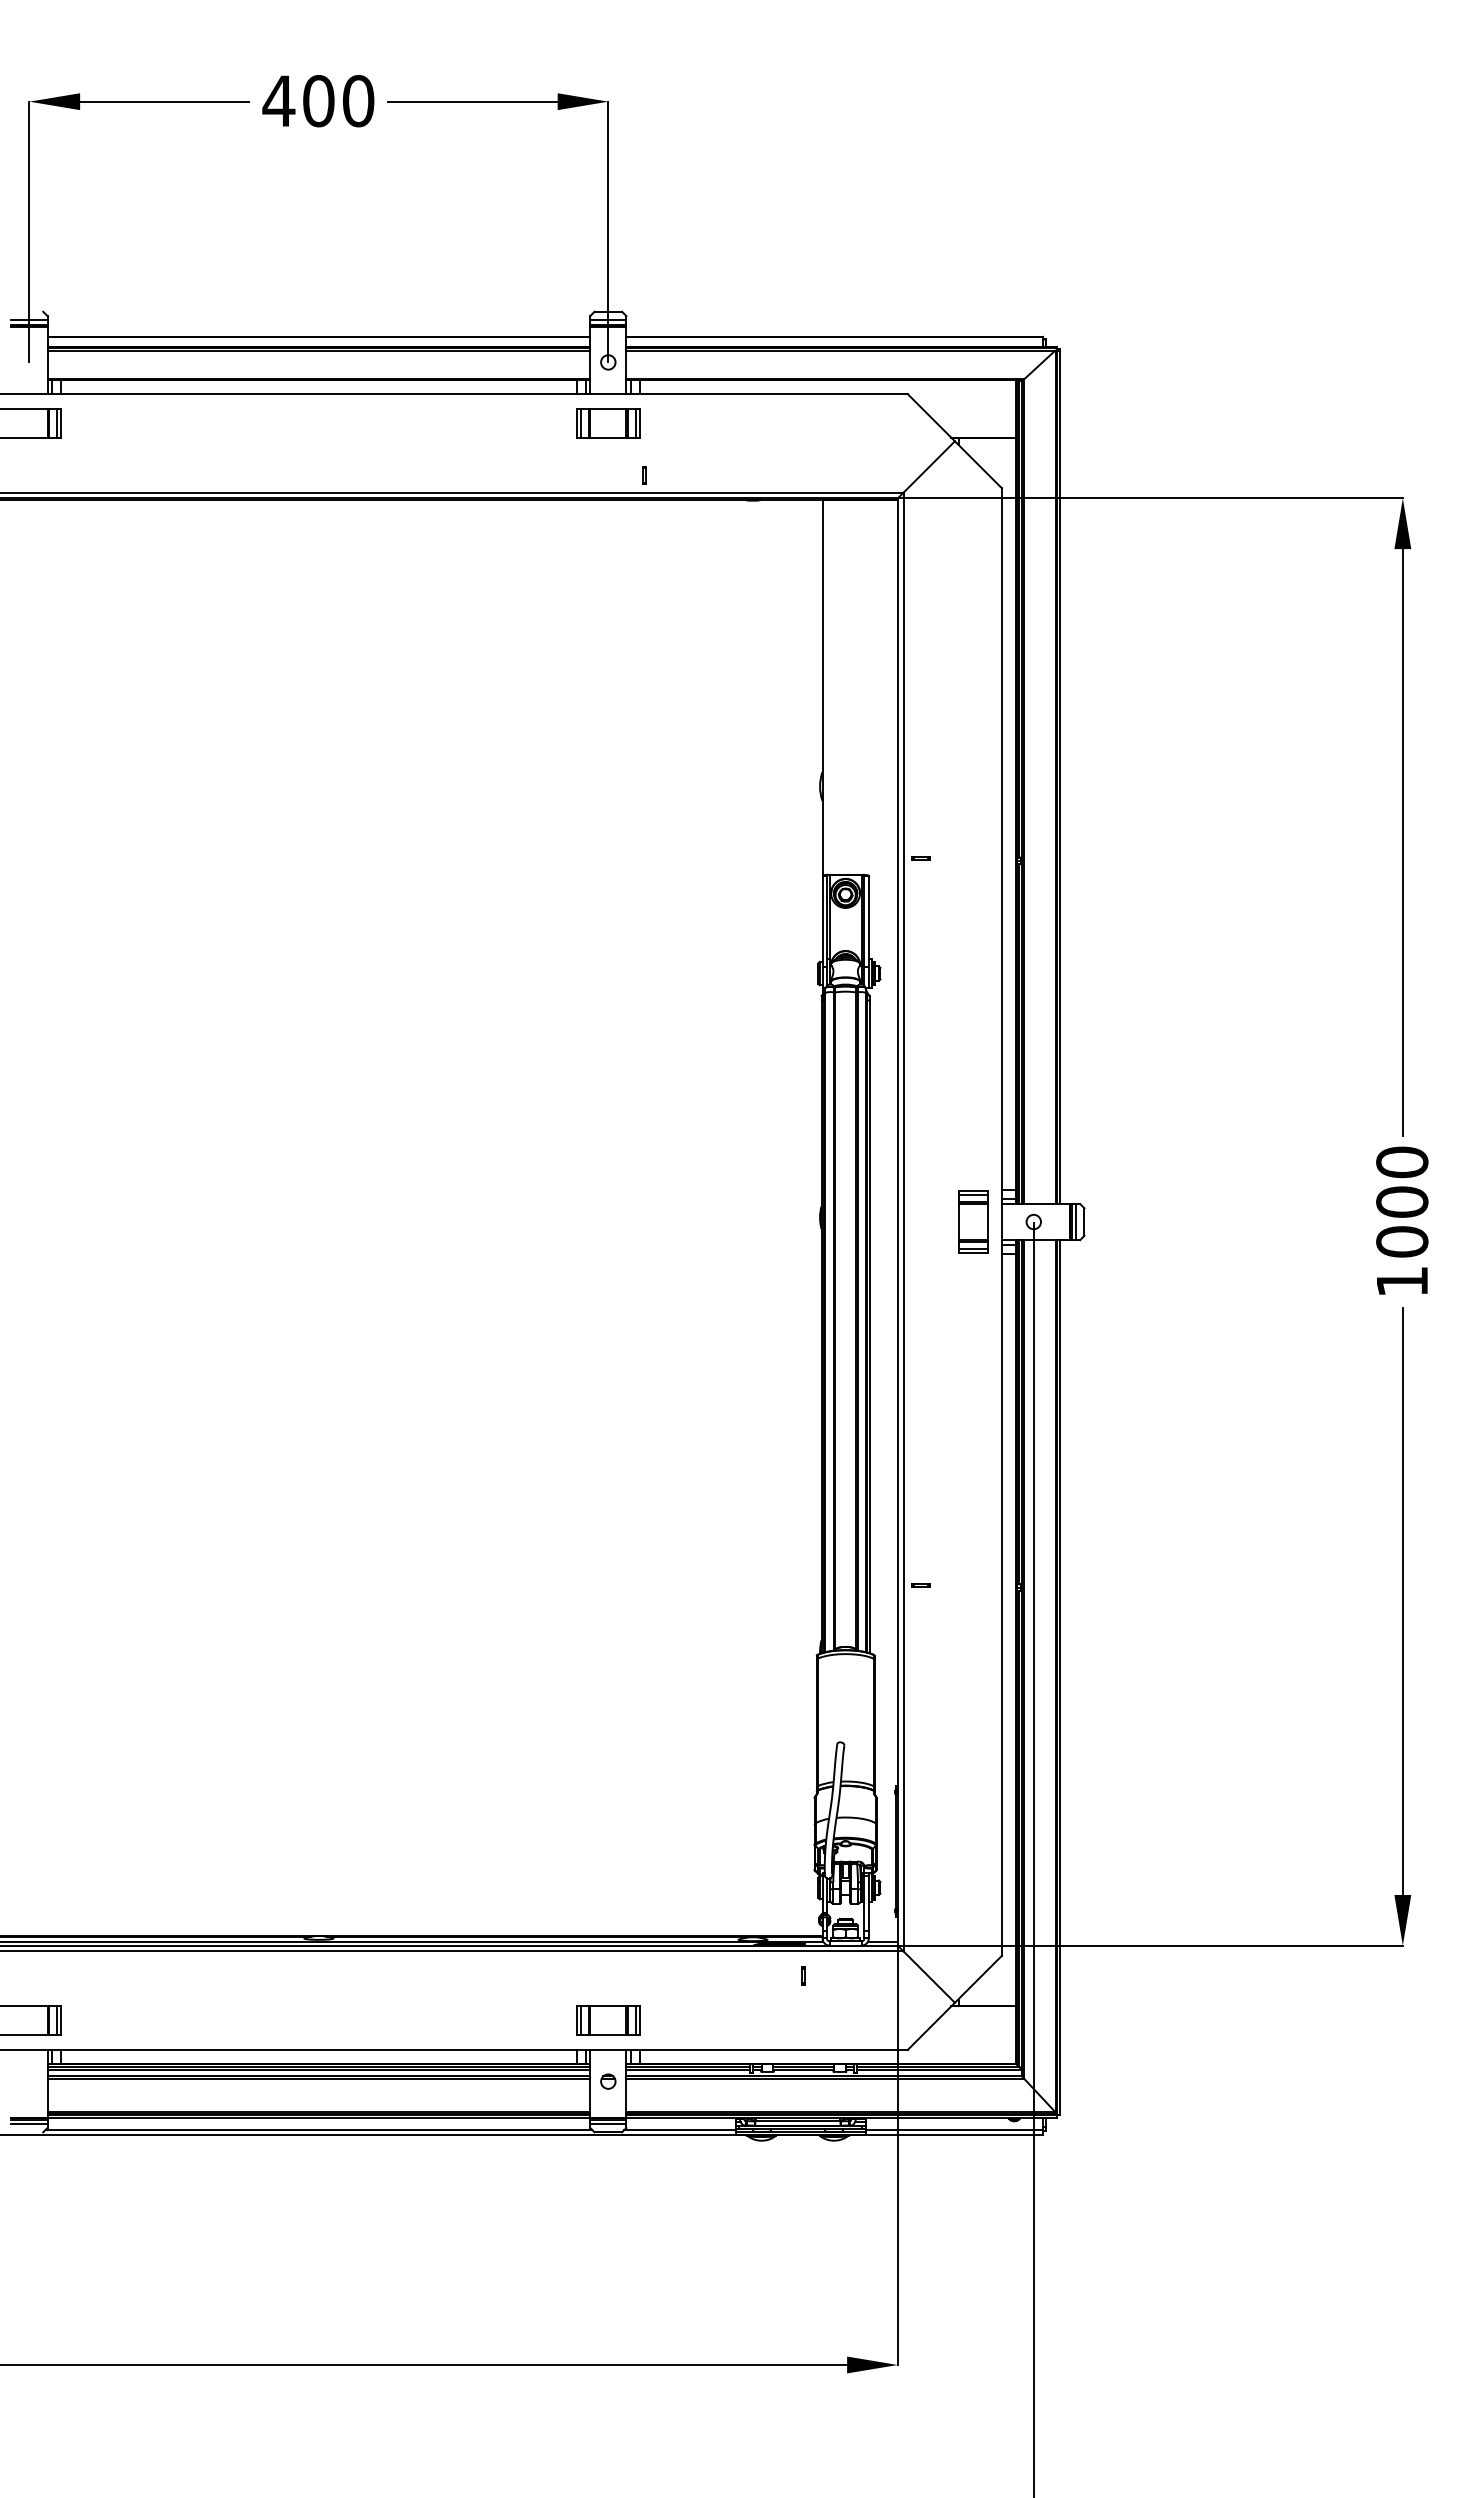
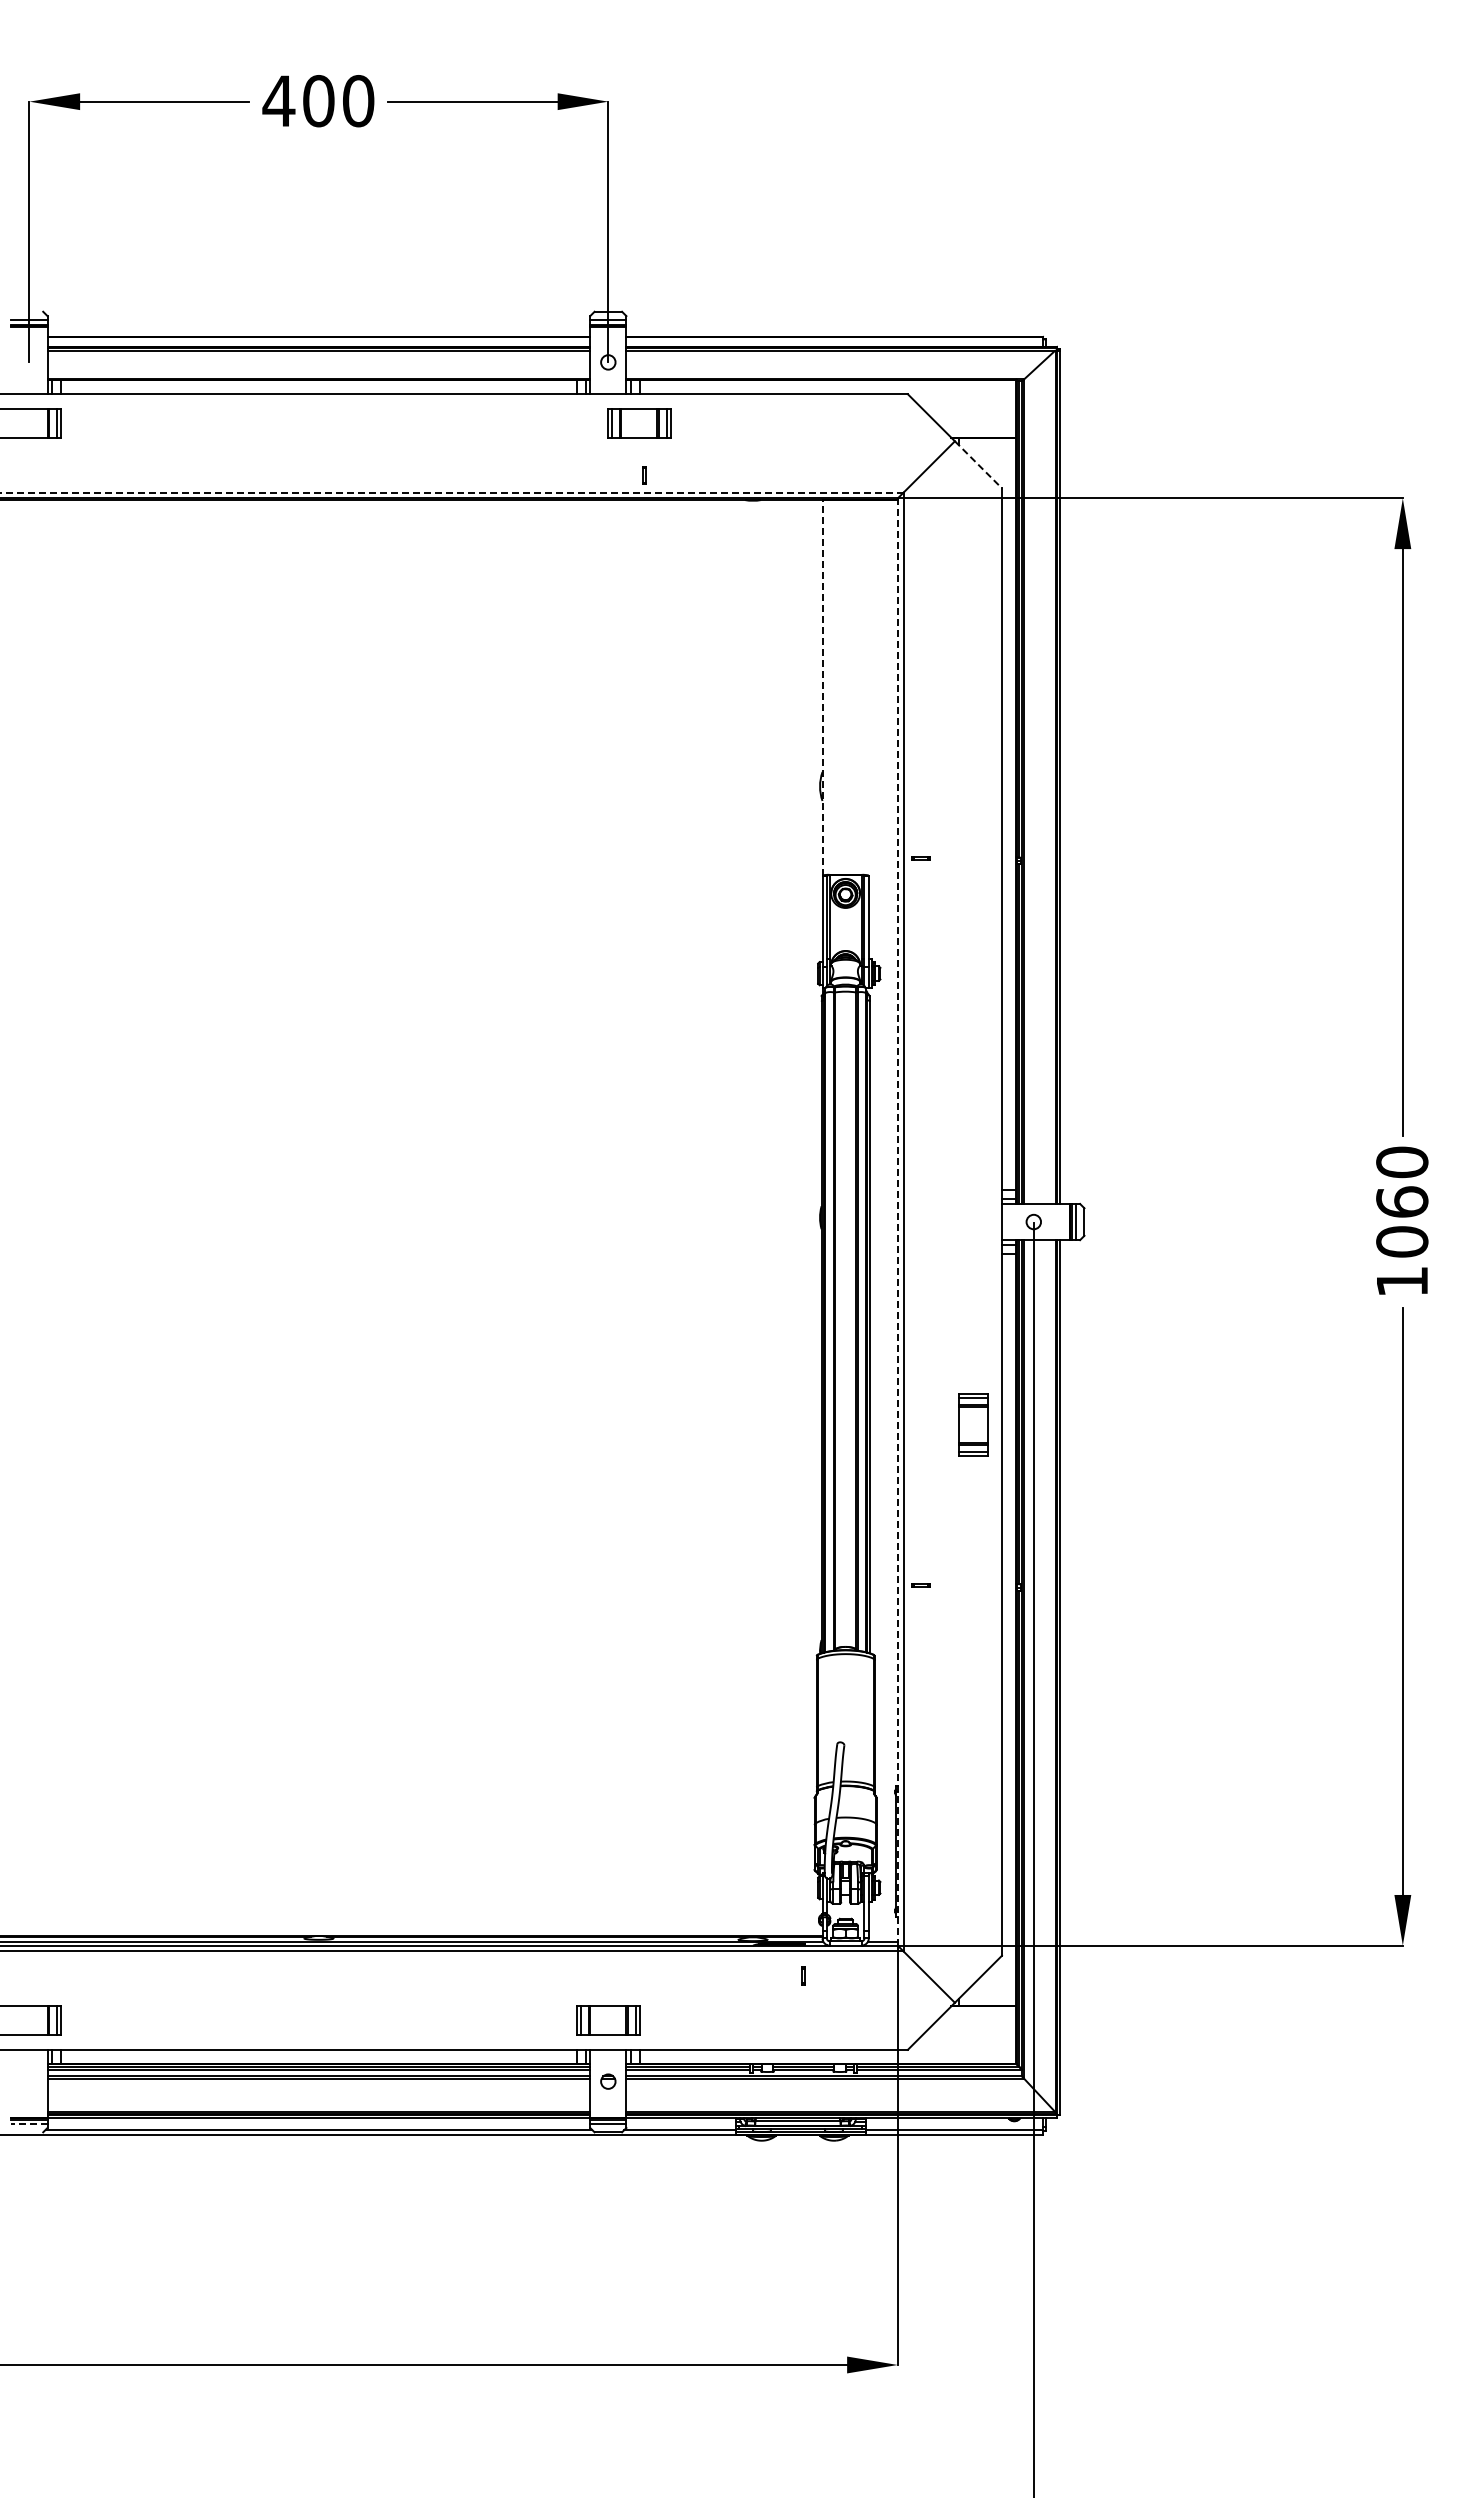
part at (608, 423) position: (608, 423) -> (639, 423)
line at (978, 465): solid -> dashed
line at (451, 492): solid -> dashed
line at (822, 687): solid -> dashed
text at (1402, 1201): 1000 -> 1060
part at (973, 1221) position: (973, 1221) -> (973, 1424)
line at (897, 1222): solid -> dashed
line at (28, 2124): solid -> dashed
